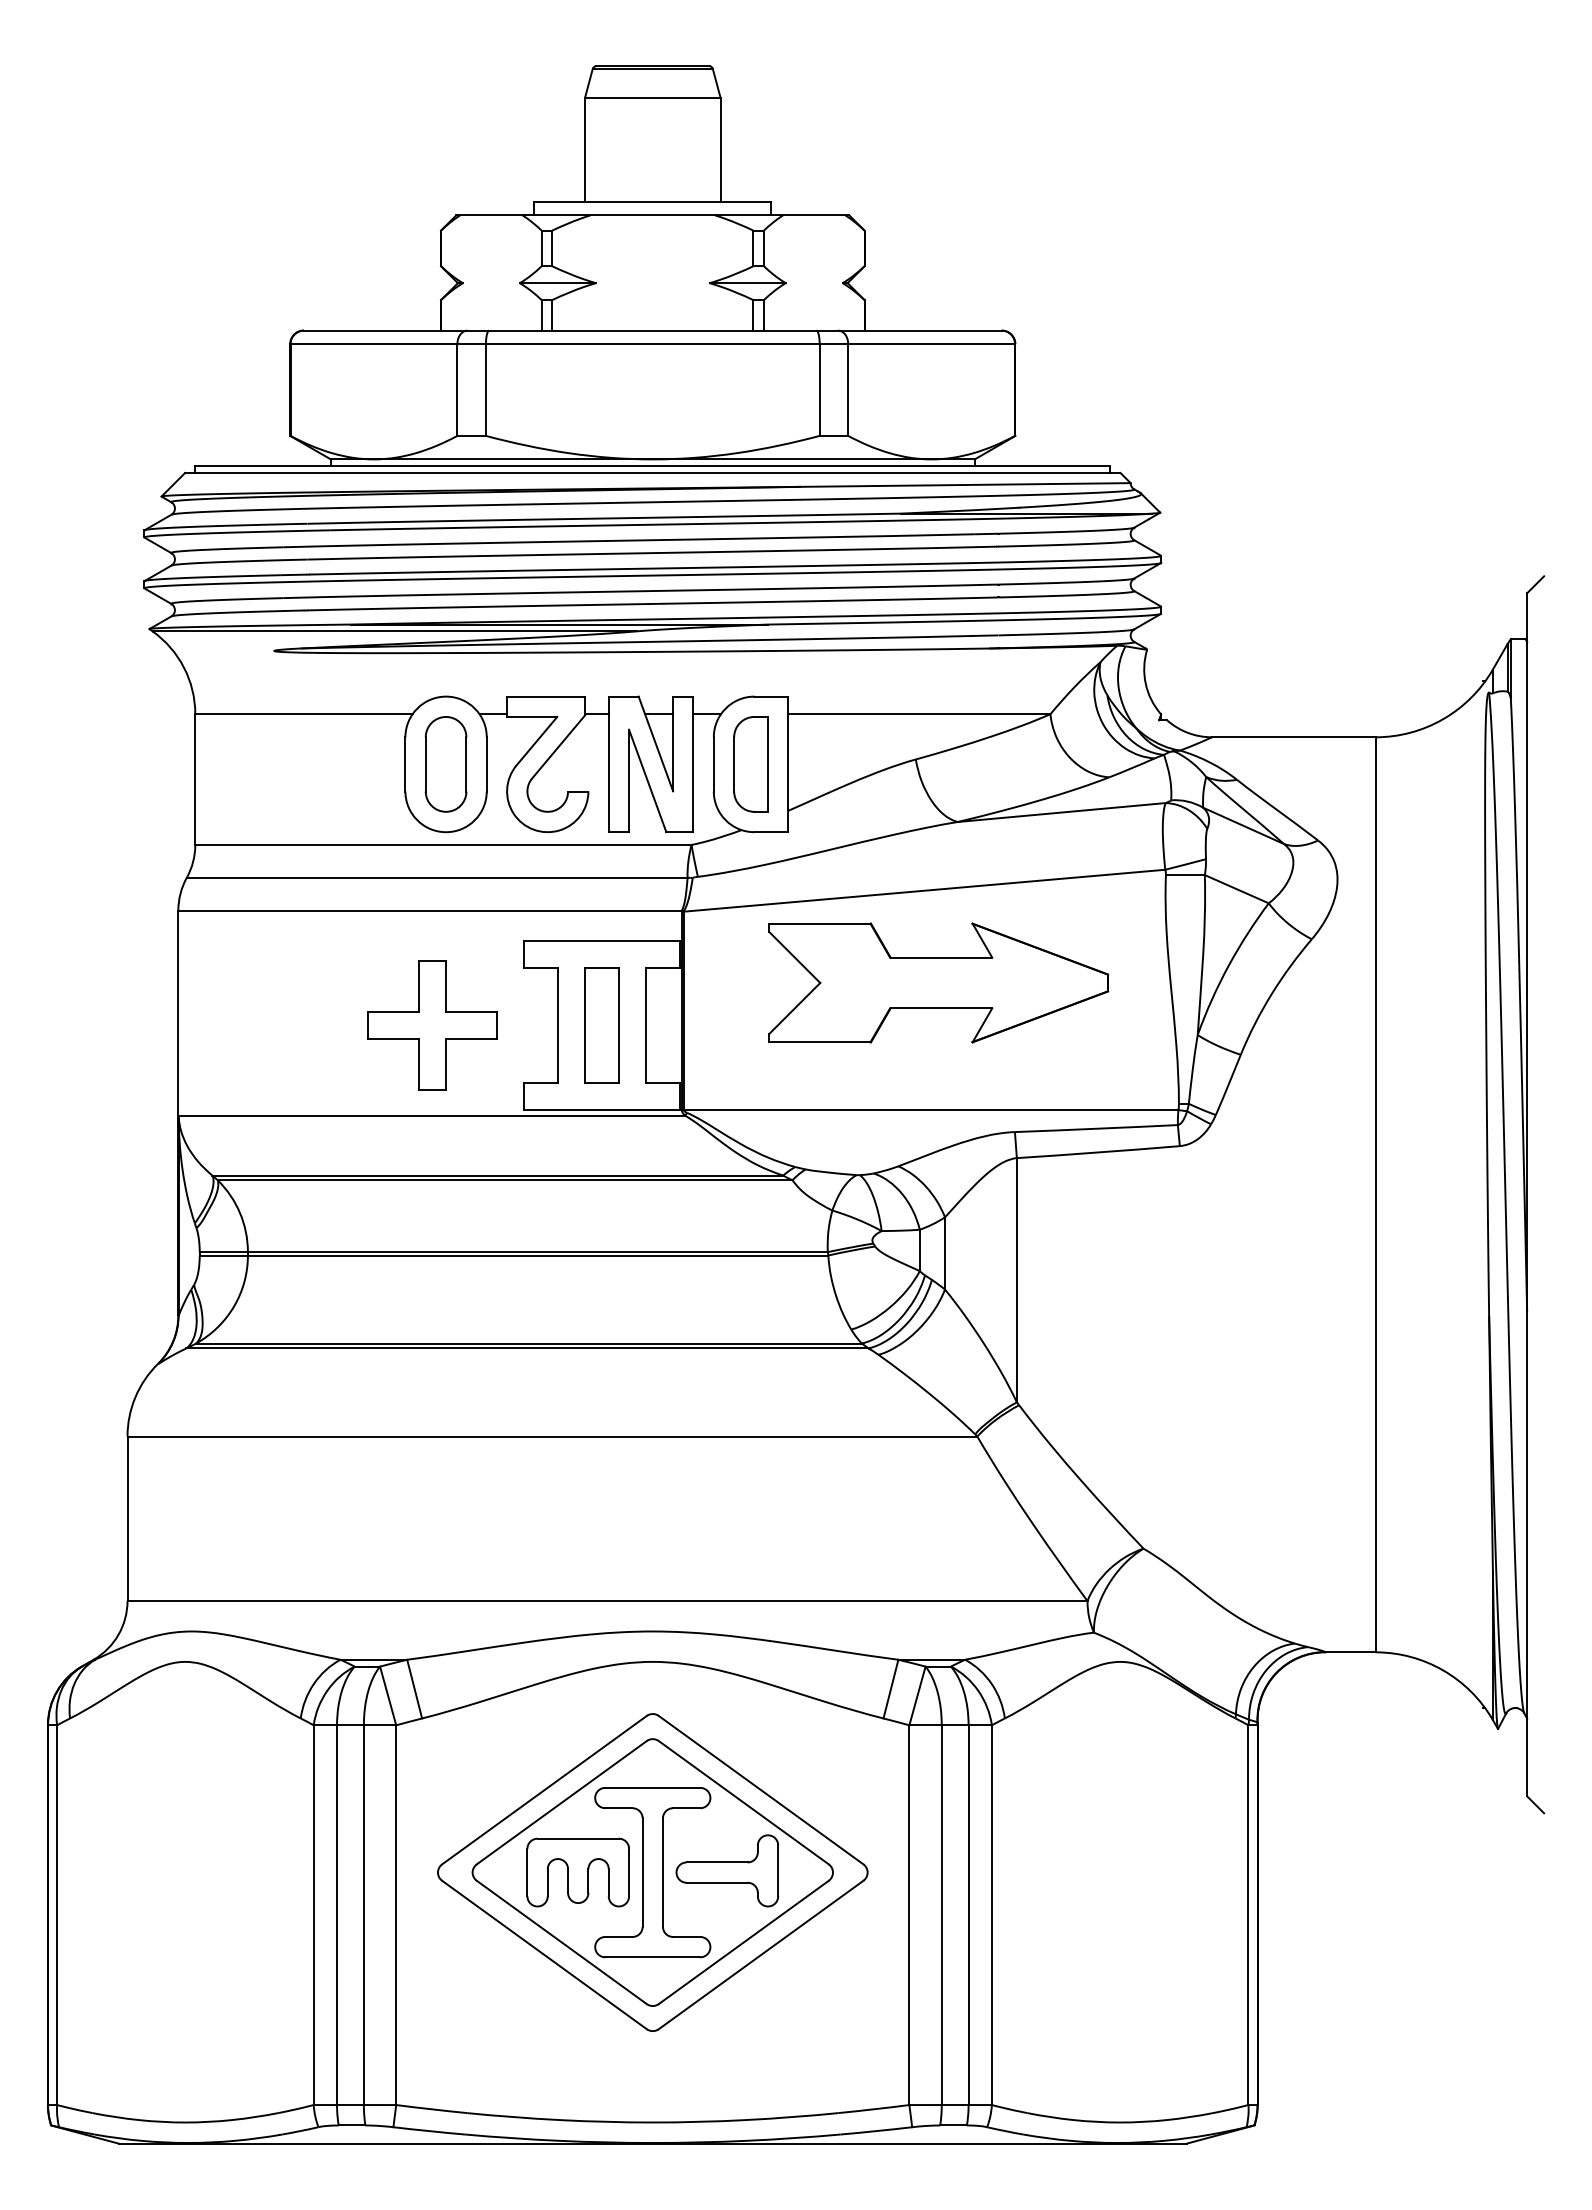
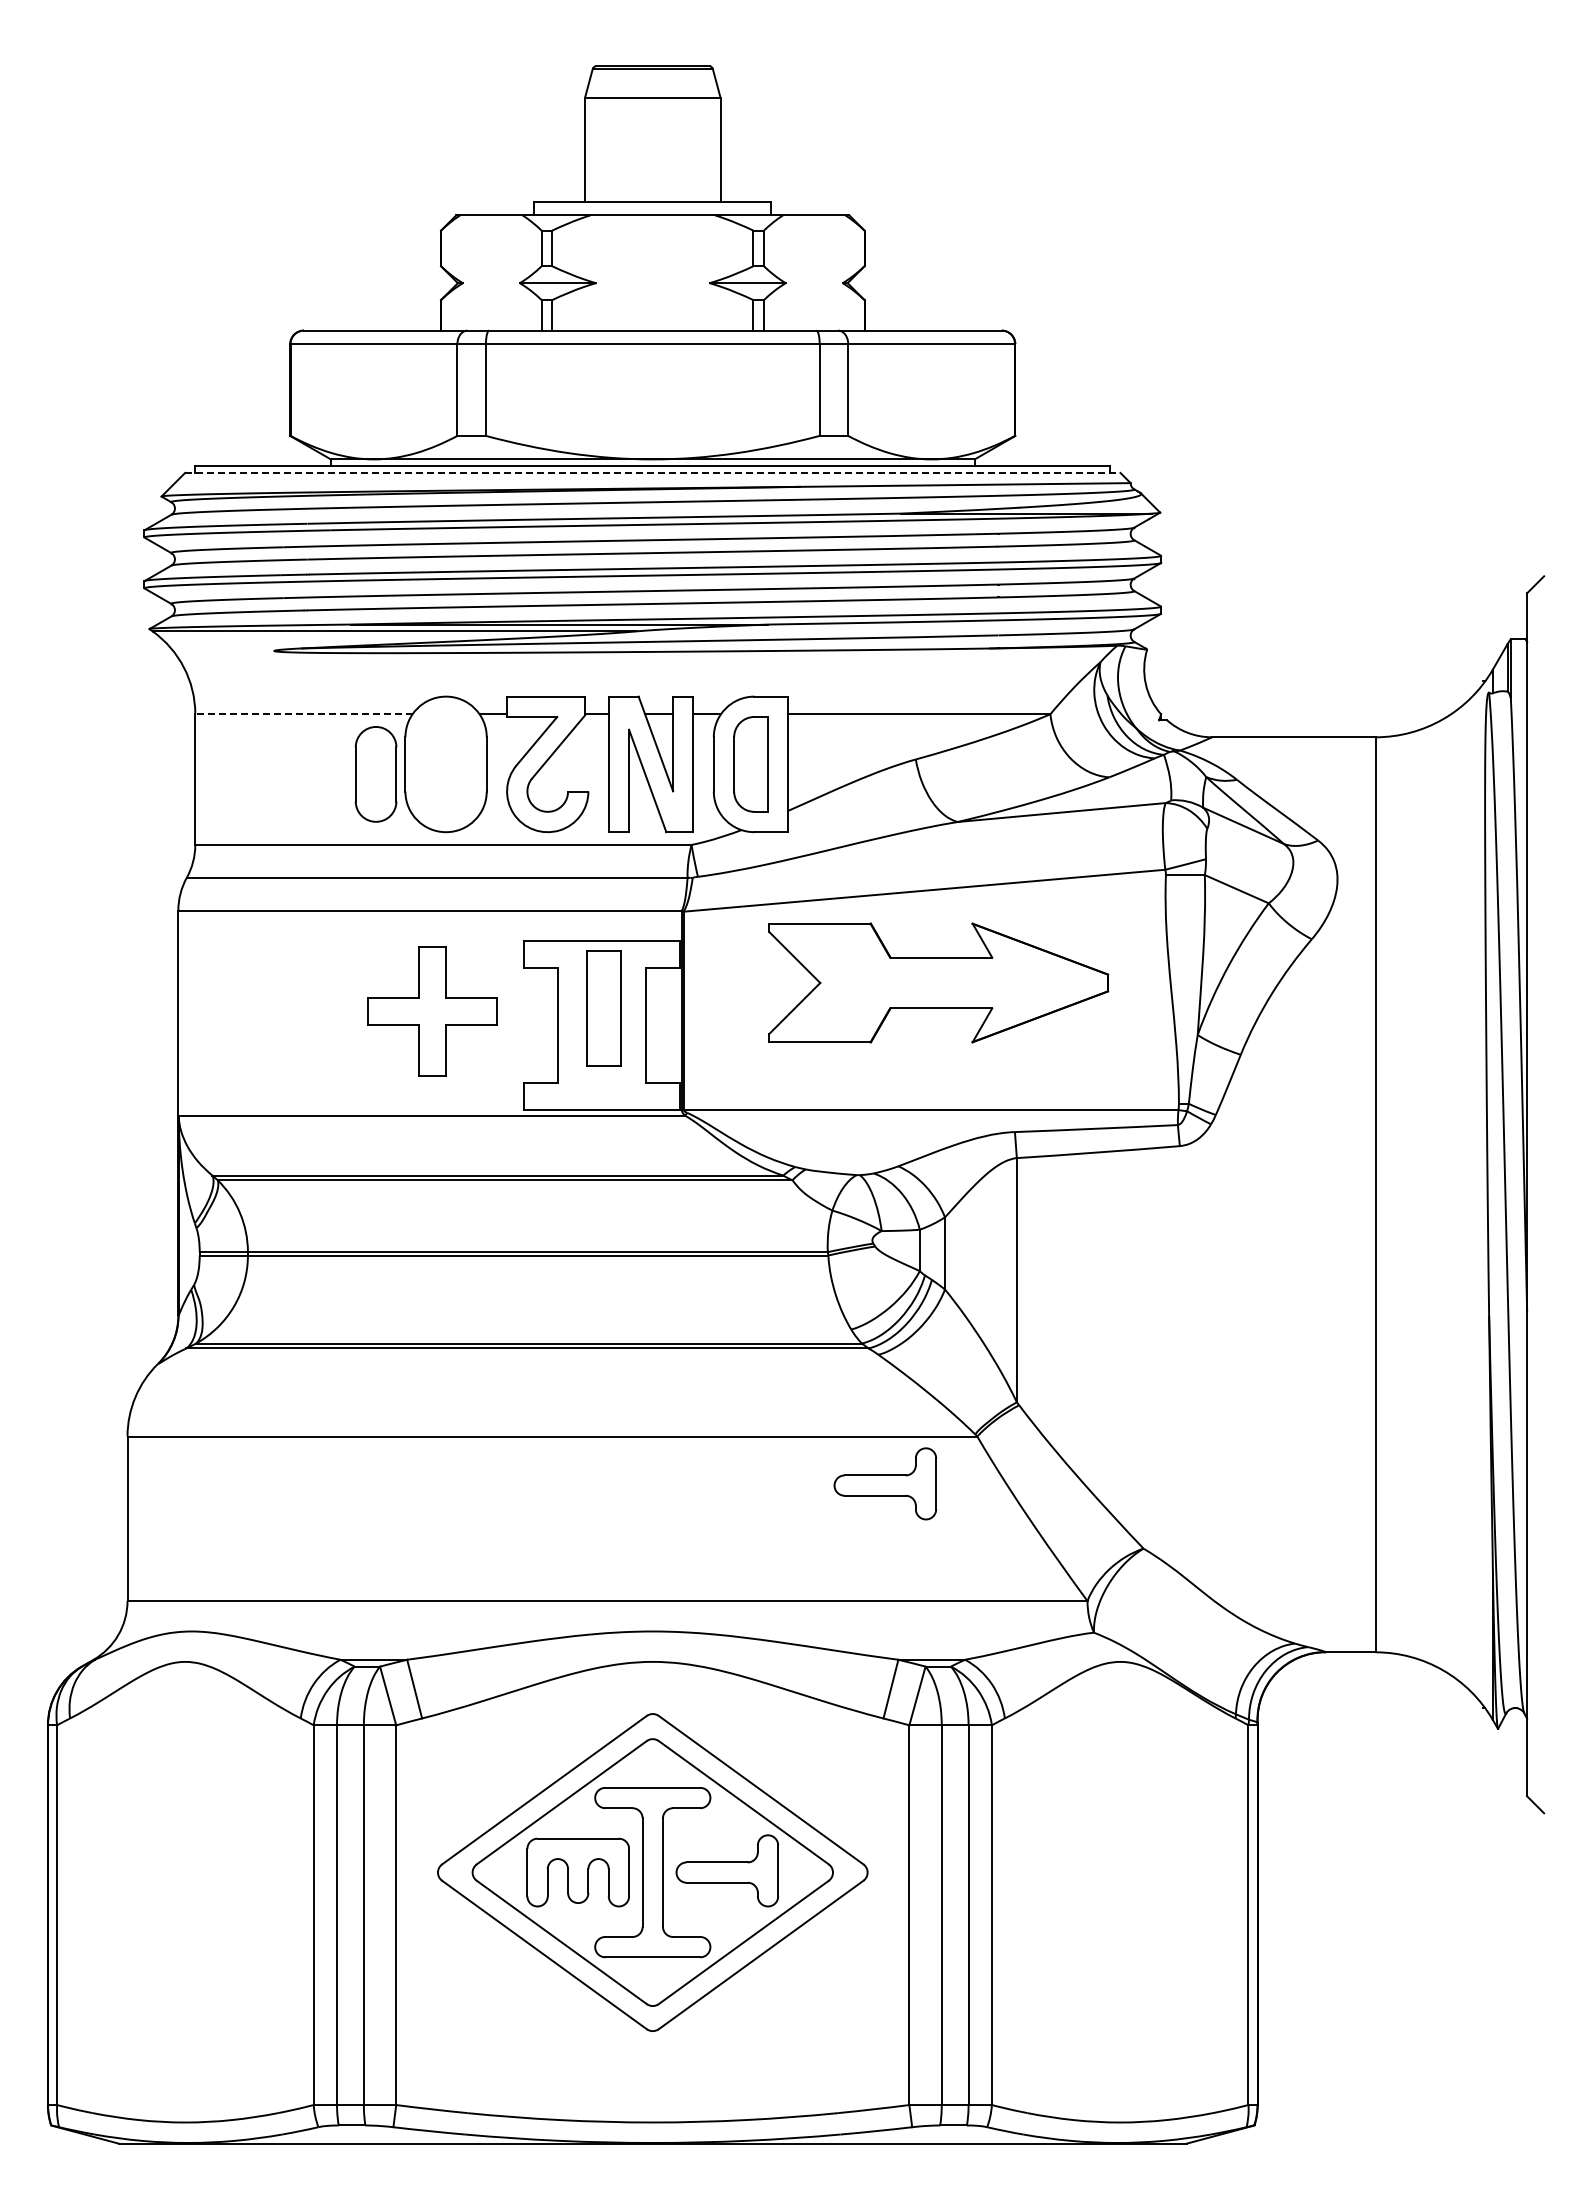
line at (652, 472): solid -> dashed
line at (303, 714): solid -> dashed
part at (445, 764) position: (445, 764) -> (375, 774)
part at (432, 1025) position: (432, 1025) -> (432, 1011)
part at (601, 1025) position: (601, 1025) -> (603, 1008)
part at (885, 1483): none -> present
